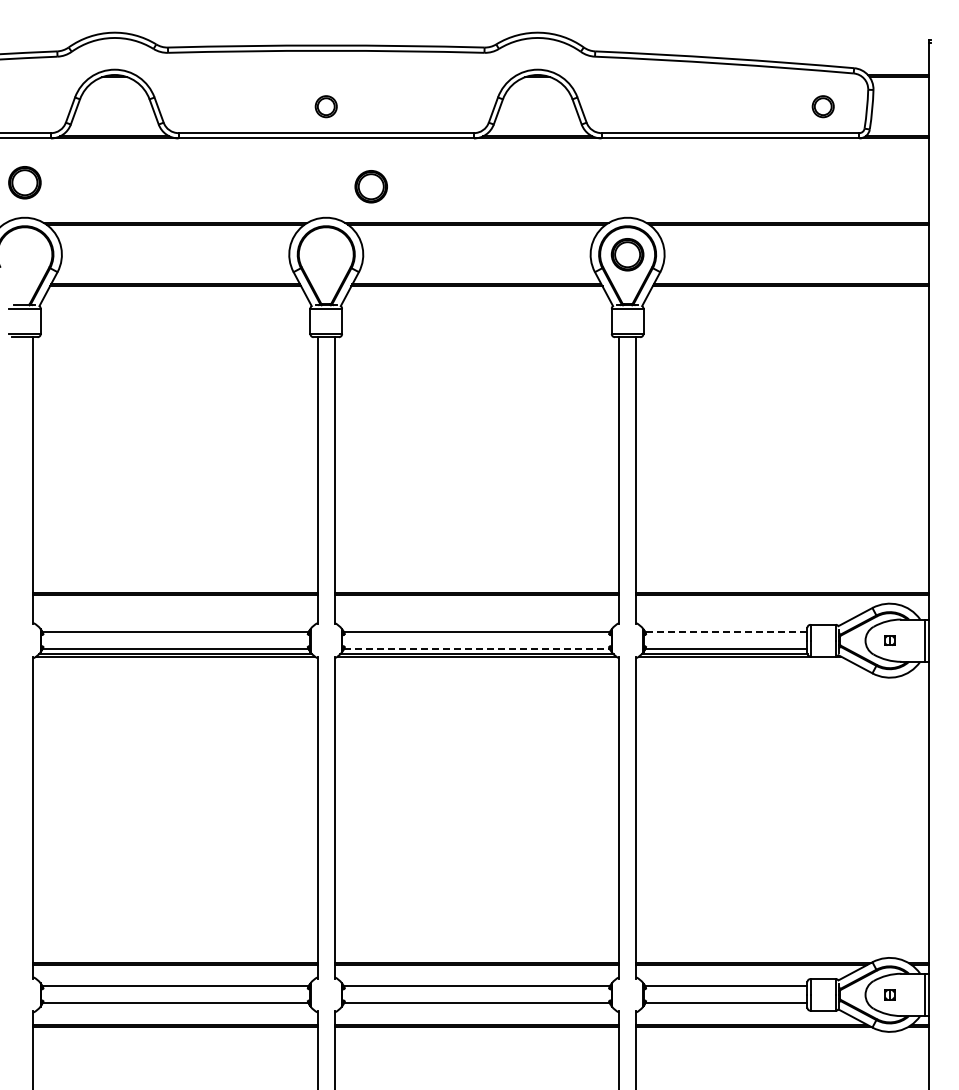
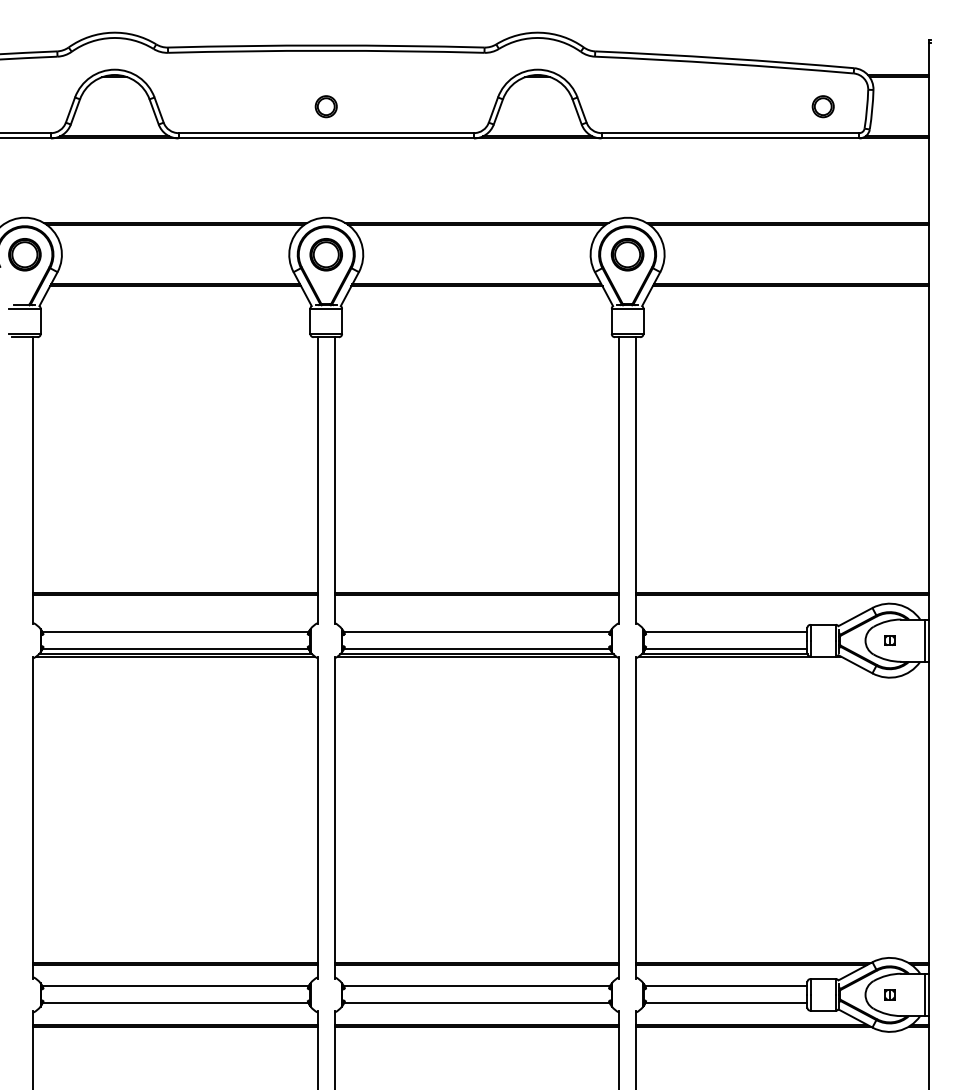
part at (24, 182) position: (24, 182) -> (24, 254)
part at (370, 186) position: (370, 186) -> (325, 254)
line at (725, 632): dashed -> solid
line at (477, 649): dashed -> solid
